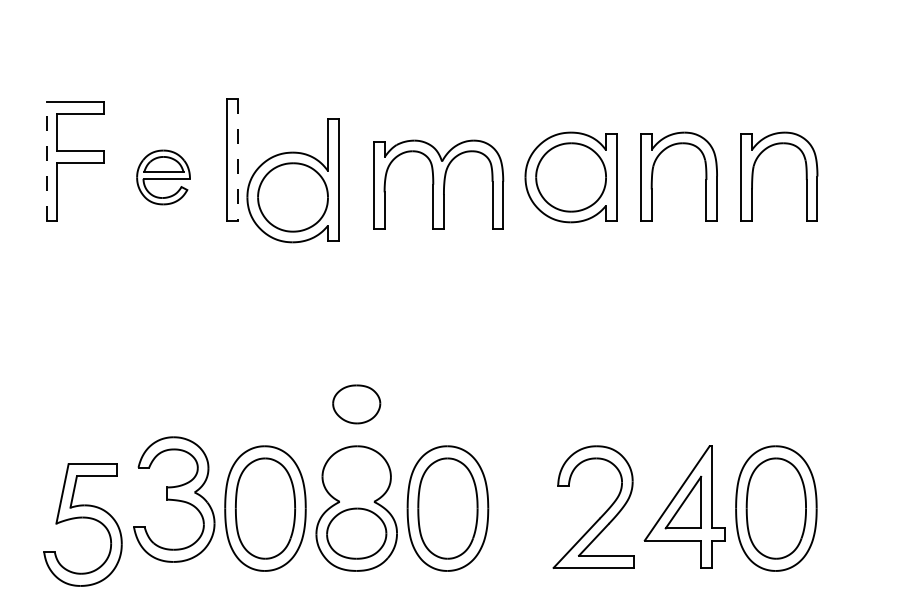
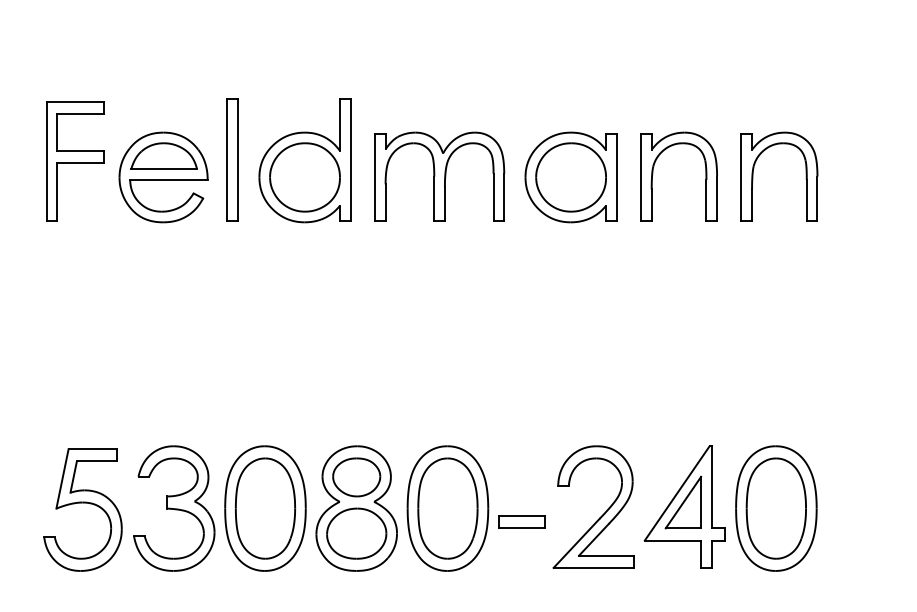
line at (238, 159): dashed -> solid
line at (46, 161): dashed -> solid
part at (163, 177) size: 55x57 px -> 91x93 px
part at (292, 180) position: (292, 180) -> (304, 160)
part at (438, 184) position: (438, 184) -> (439, 176)
part at (356, 404) position: (356, 404) -> (356, 477)
part at (174, 499) position: (174, 499) -> (174, 508)
part at (521, 521): none -> present
part at (82, 524) position: (82, 524) -> (82, 509)
